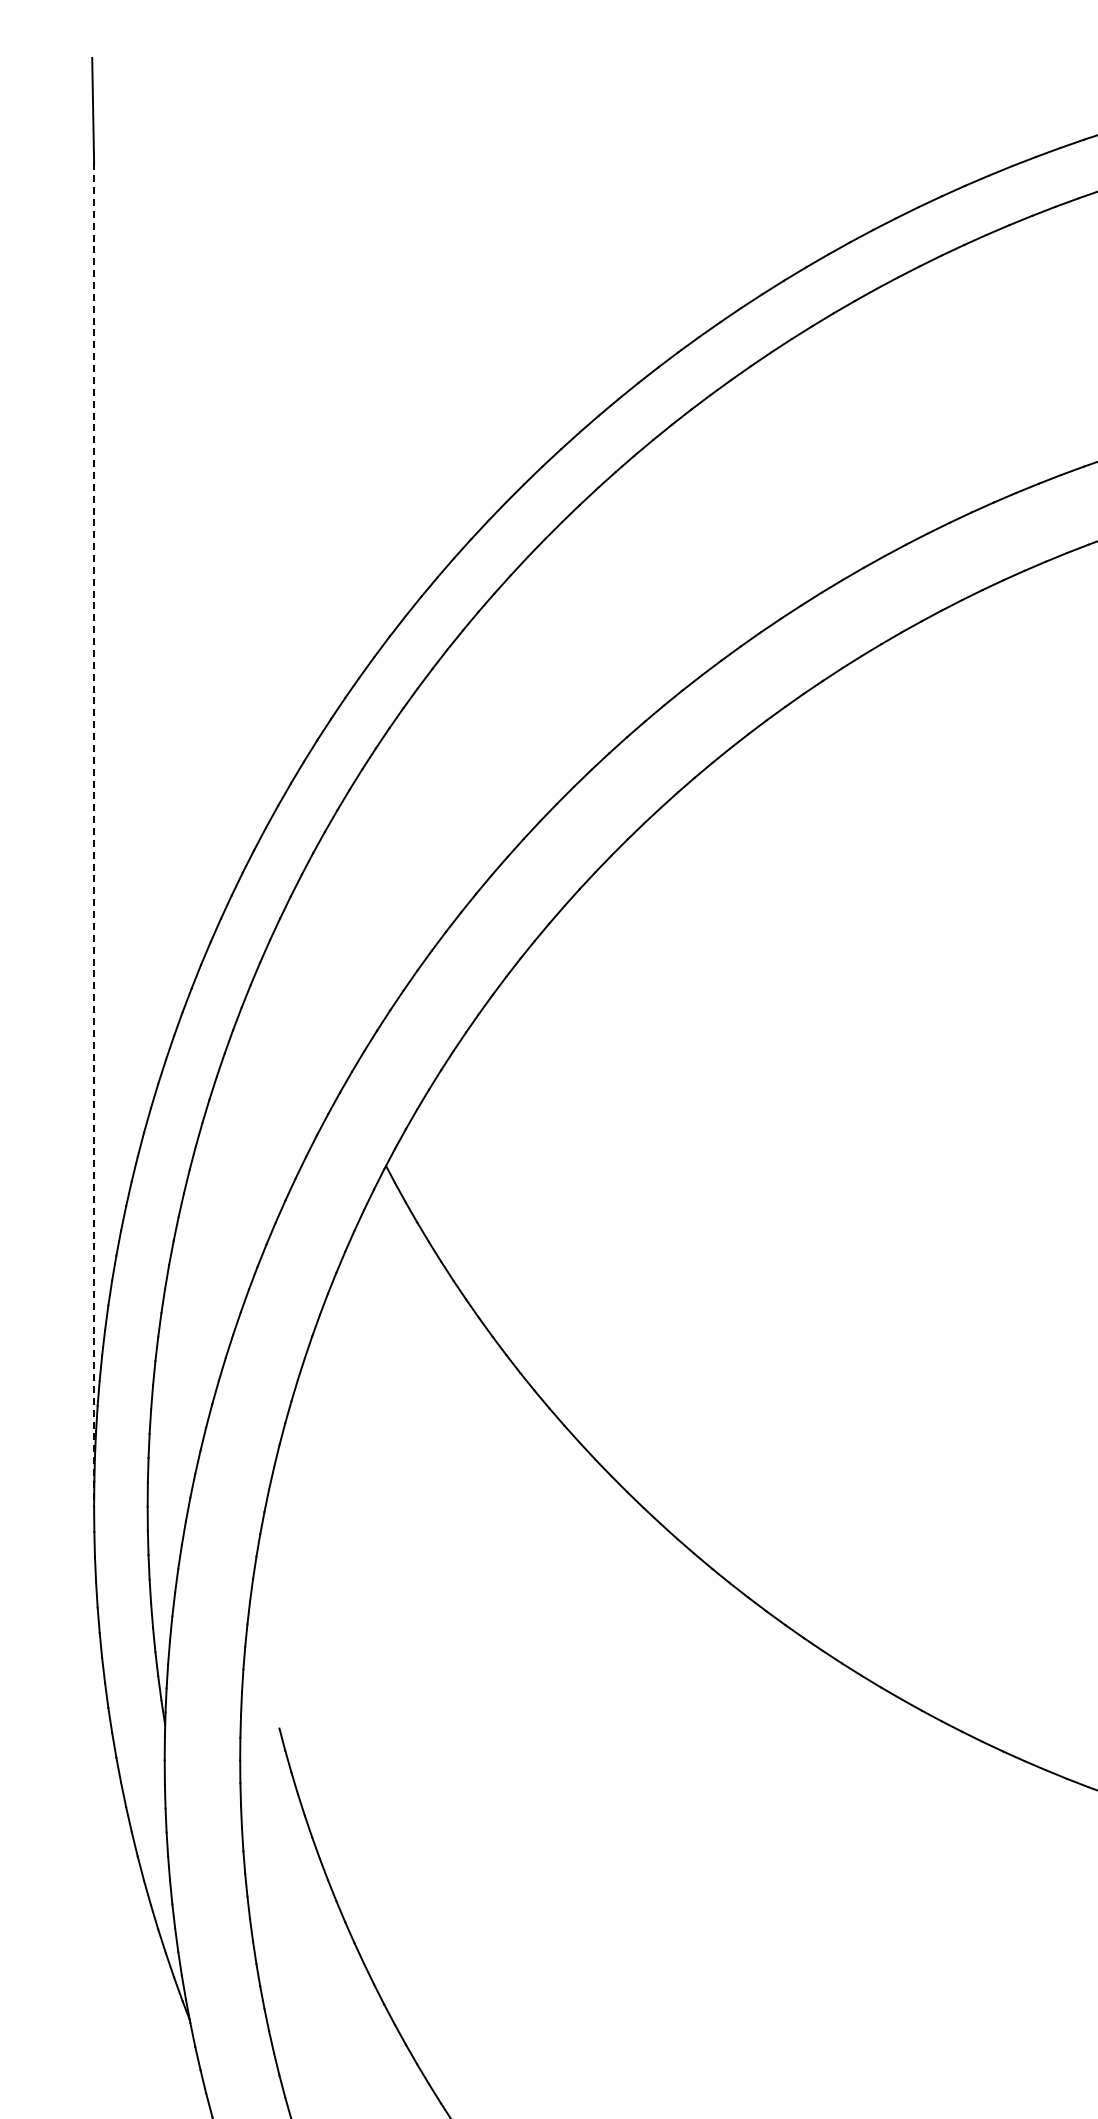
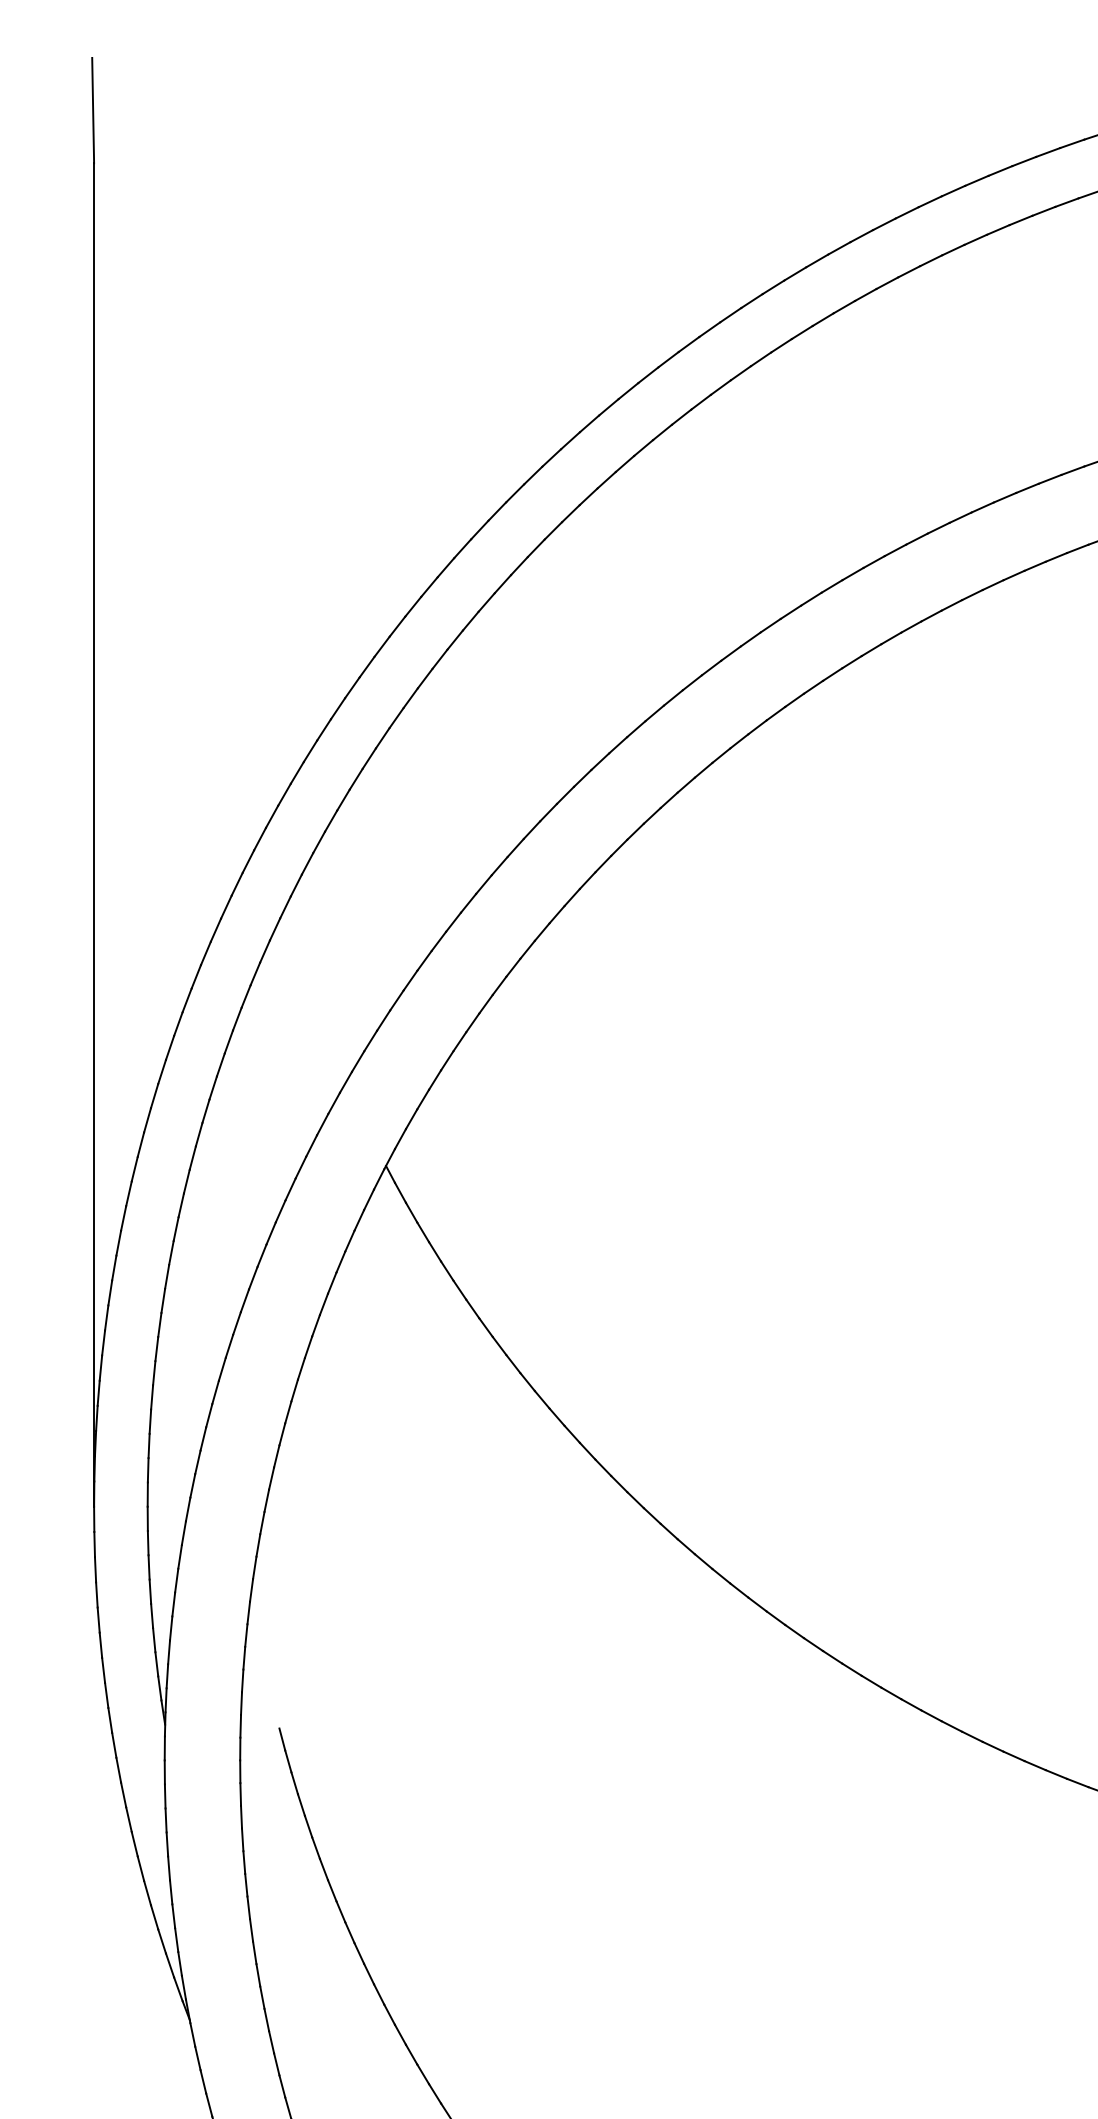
line at (94, 835): dashed -> solid
